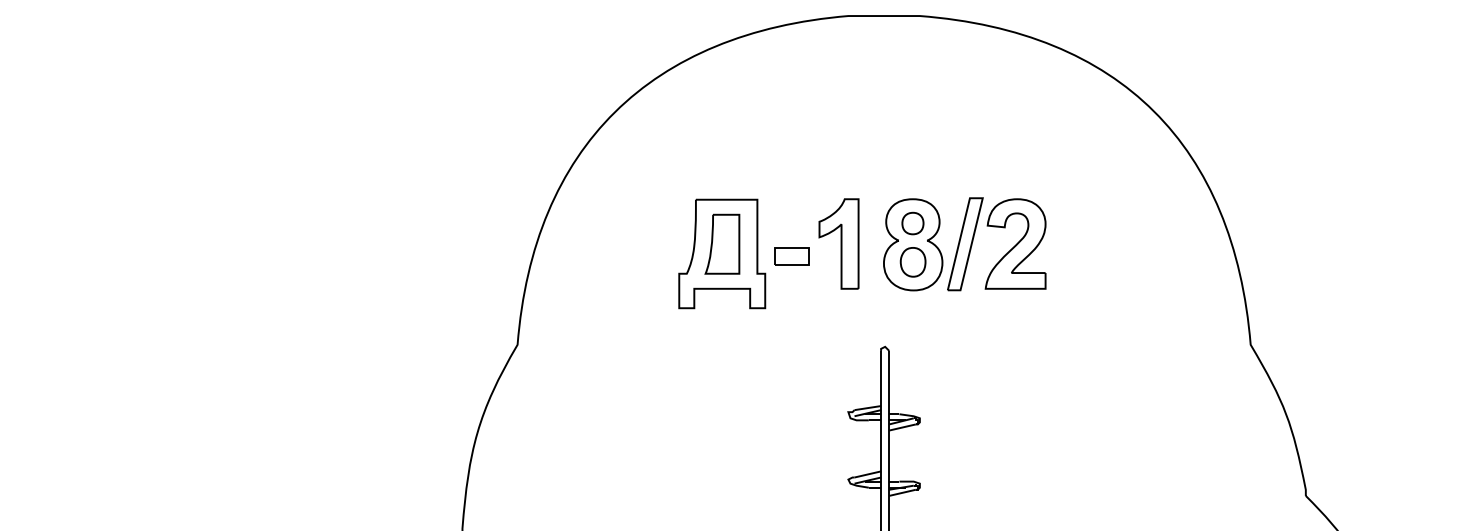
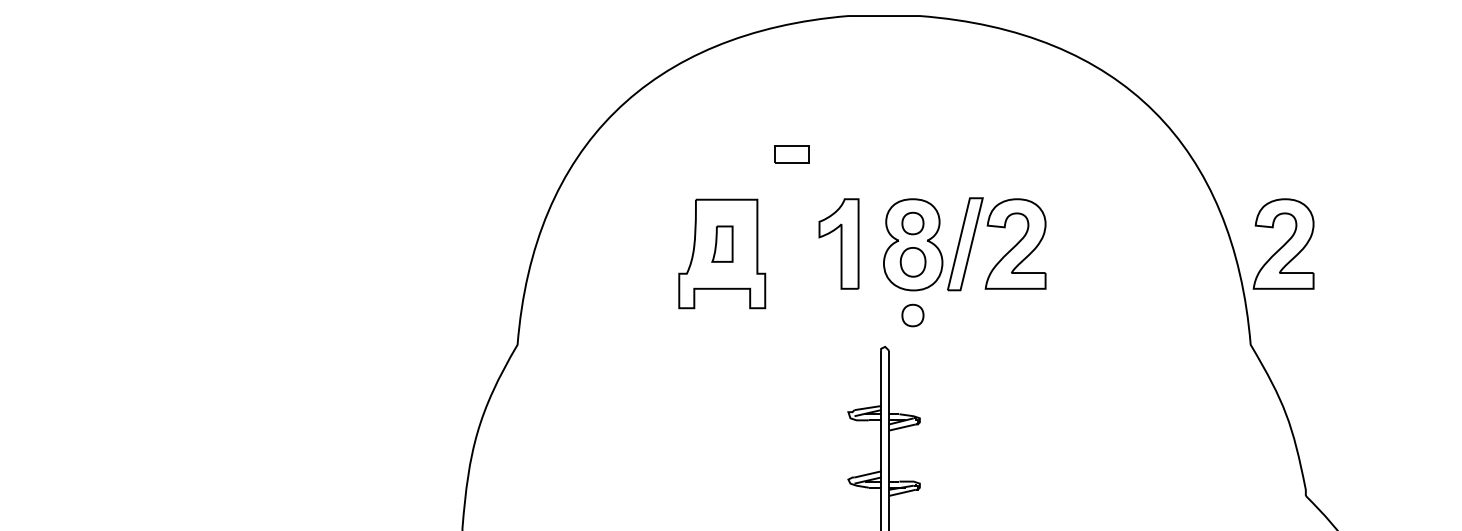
part at (722, 243) size: 37x62 px -> 23x38 px
part at (1283, 243): none -> present
part at (791, 256) position: (791, 256) -> (791, 154)
part at (912, 315): none -> present
